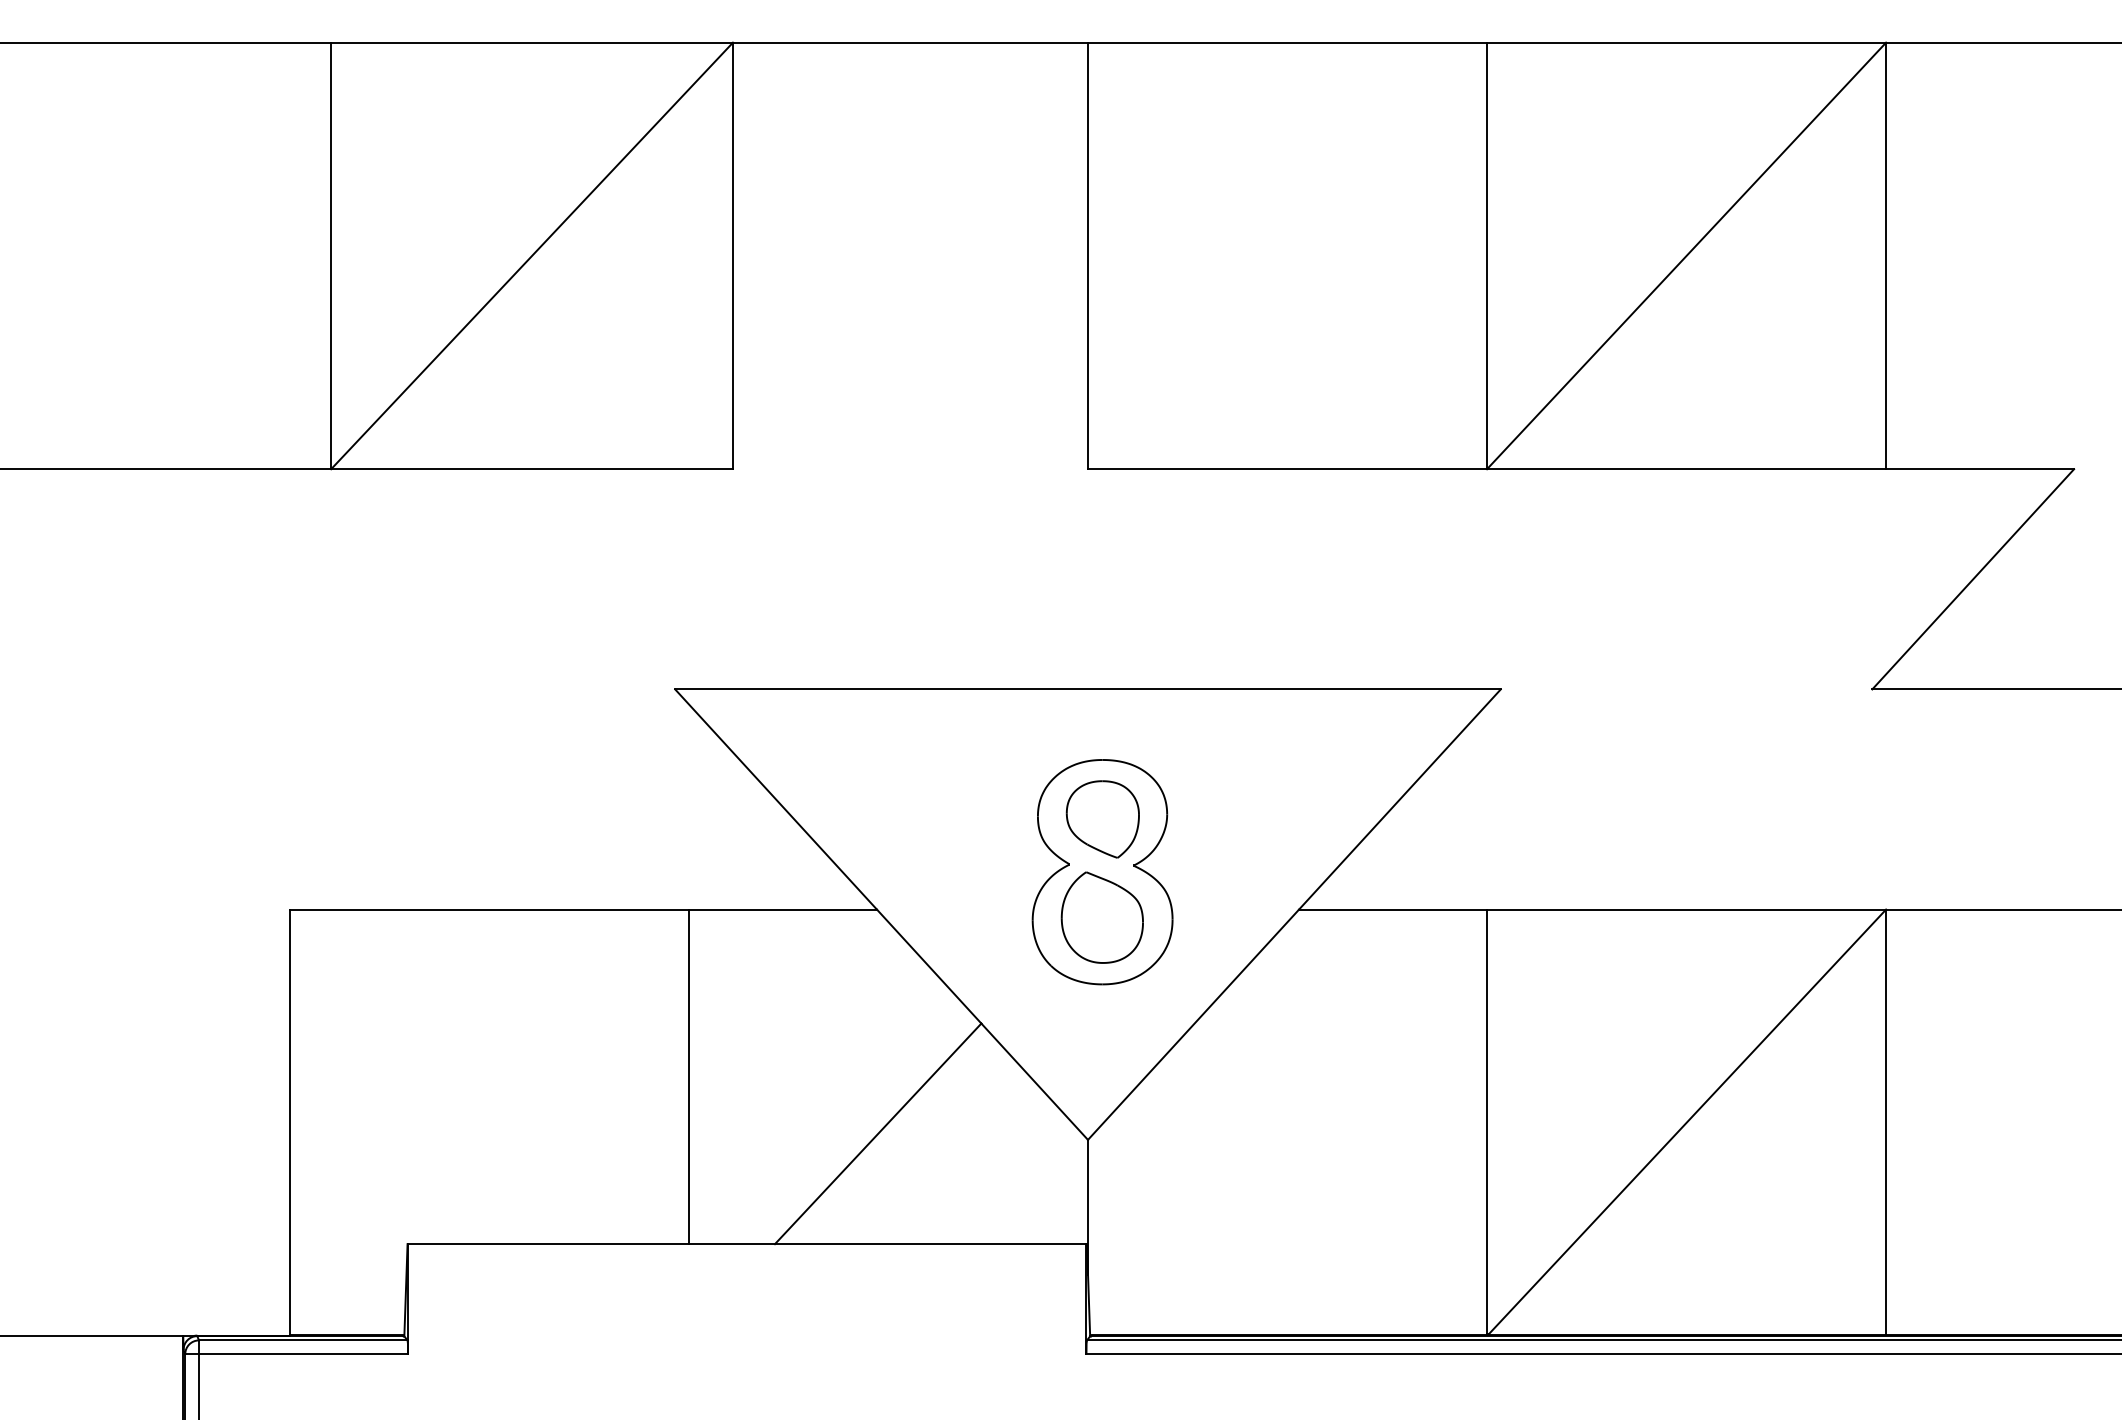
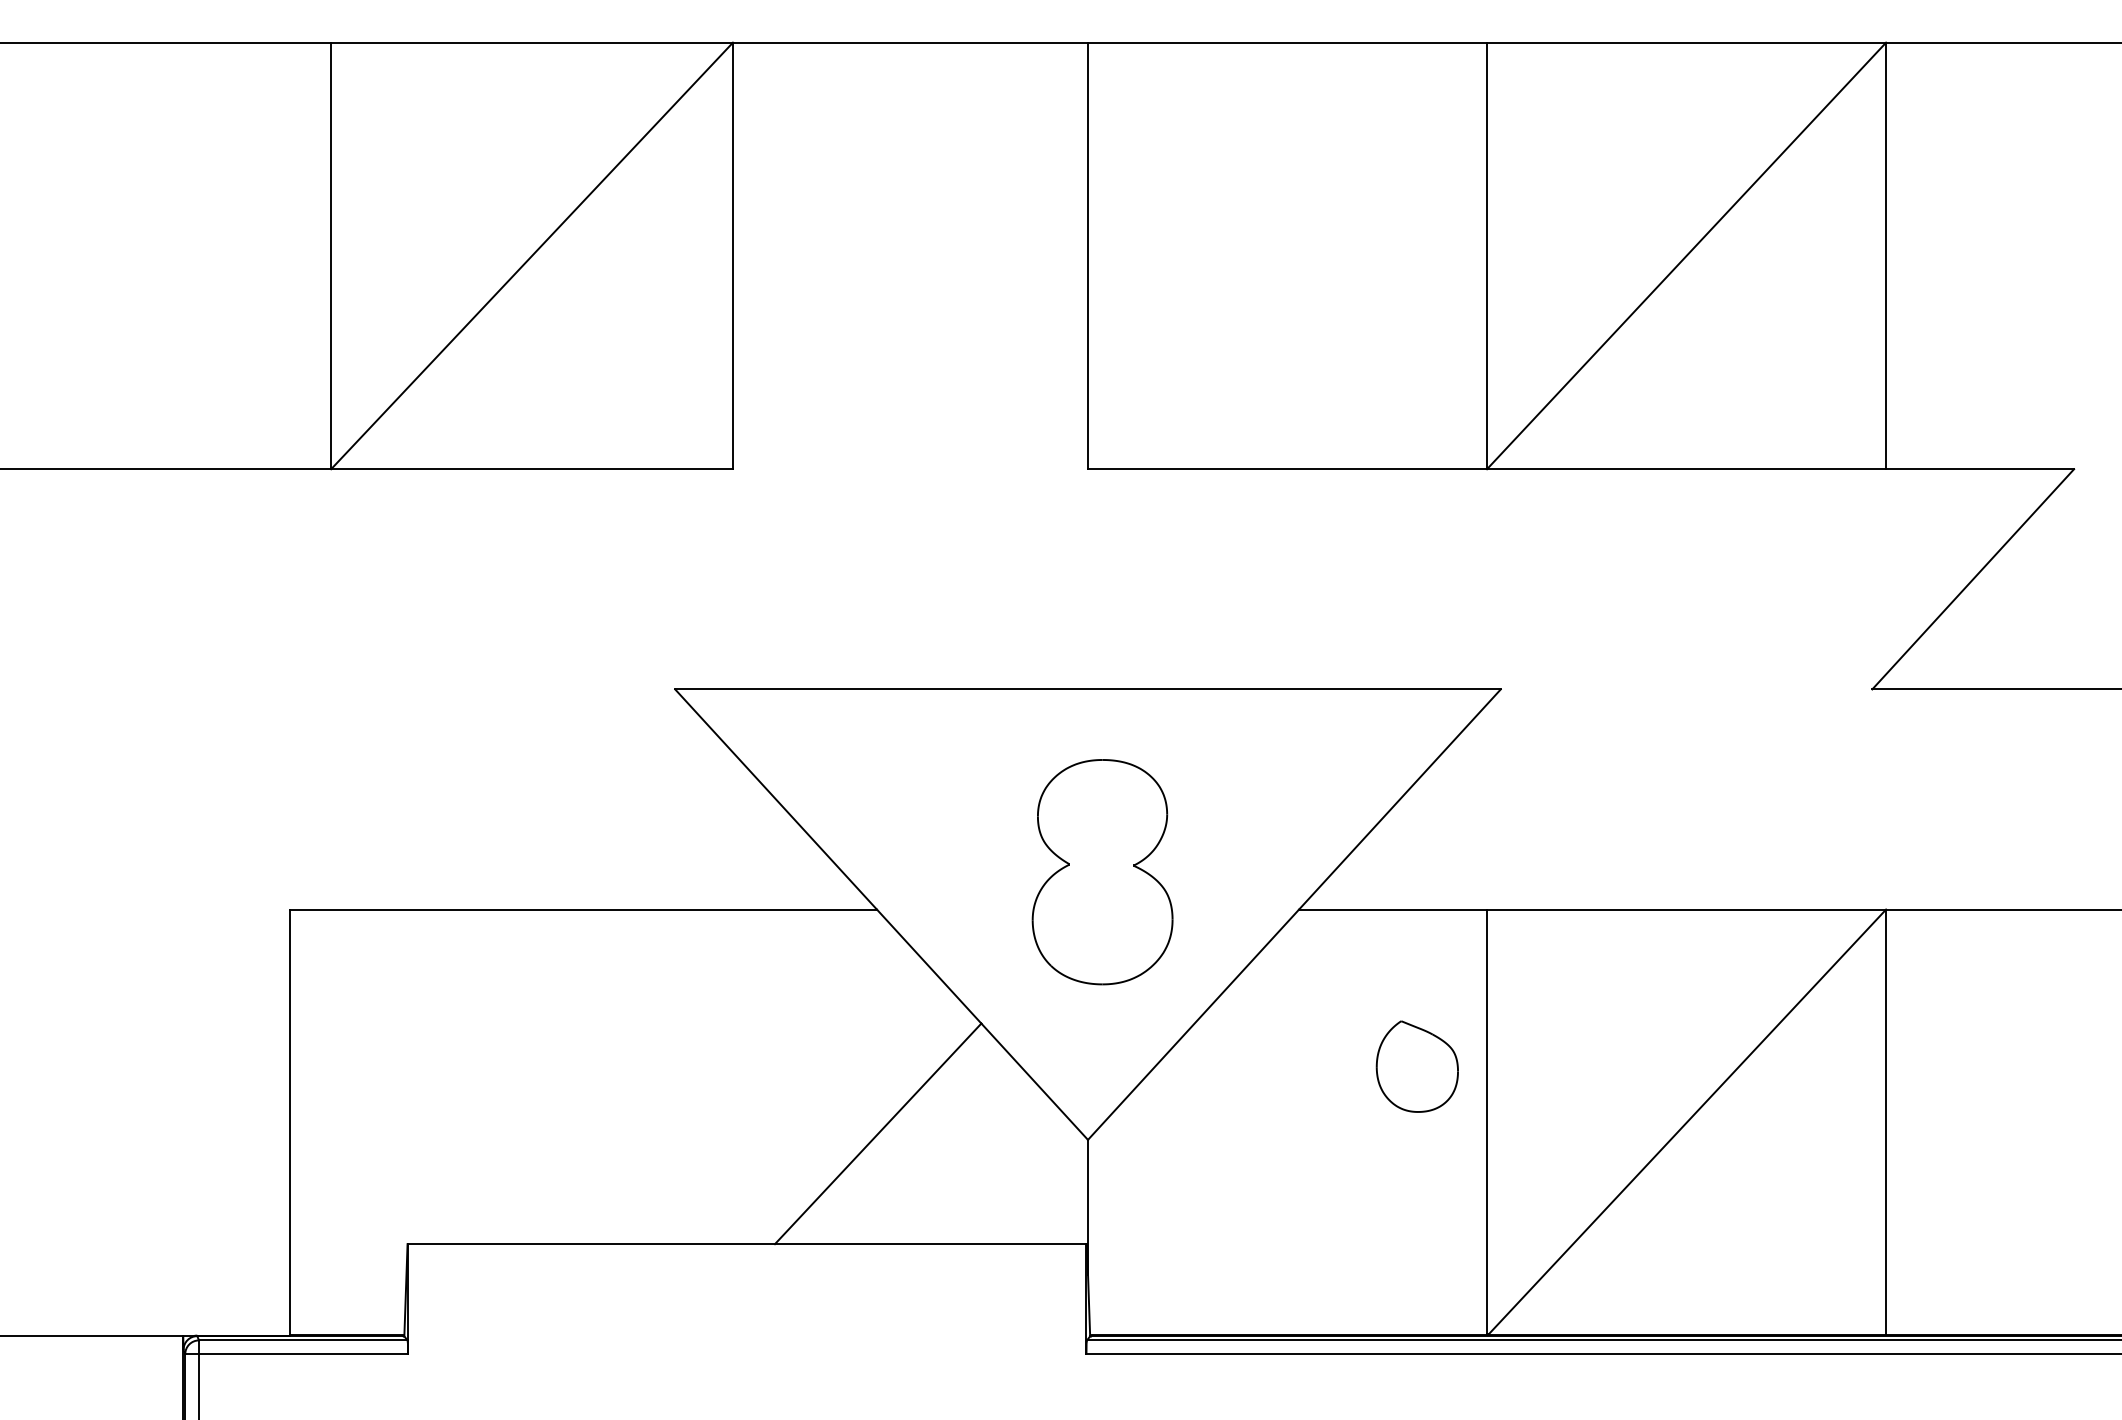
part at (1102, 819): present -> none
part at (1101, 917) position: (1101, 917) -> (1416, 1066)
line at (688, 1076): present -> none
